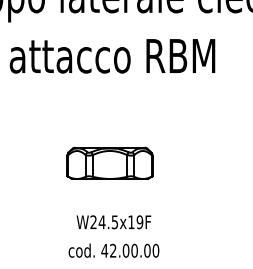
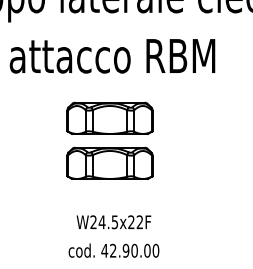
part at (109, 117): none -> present
text at (135, 222): W24.5x19F -> W24.5x22F
text at (125, 250): 42.00.00 -> 42.90.00
